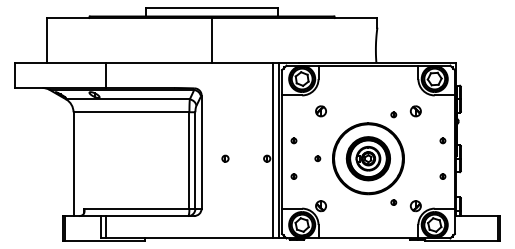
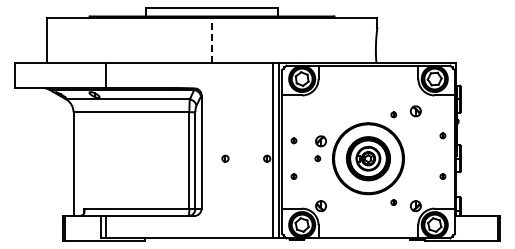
line at (212, 39): solid -> dashed
part at (320, 111) position: (320, 111) -> (320, 141)
part at (442, 140) position: (442, 140) -> (442, 135)
